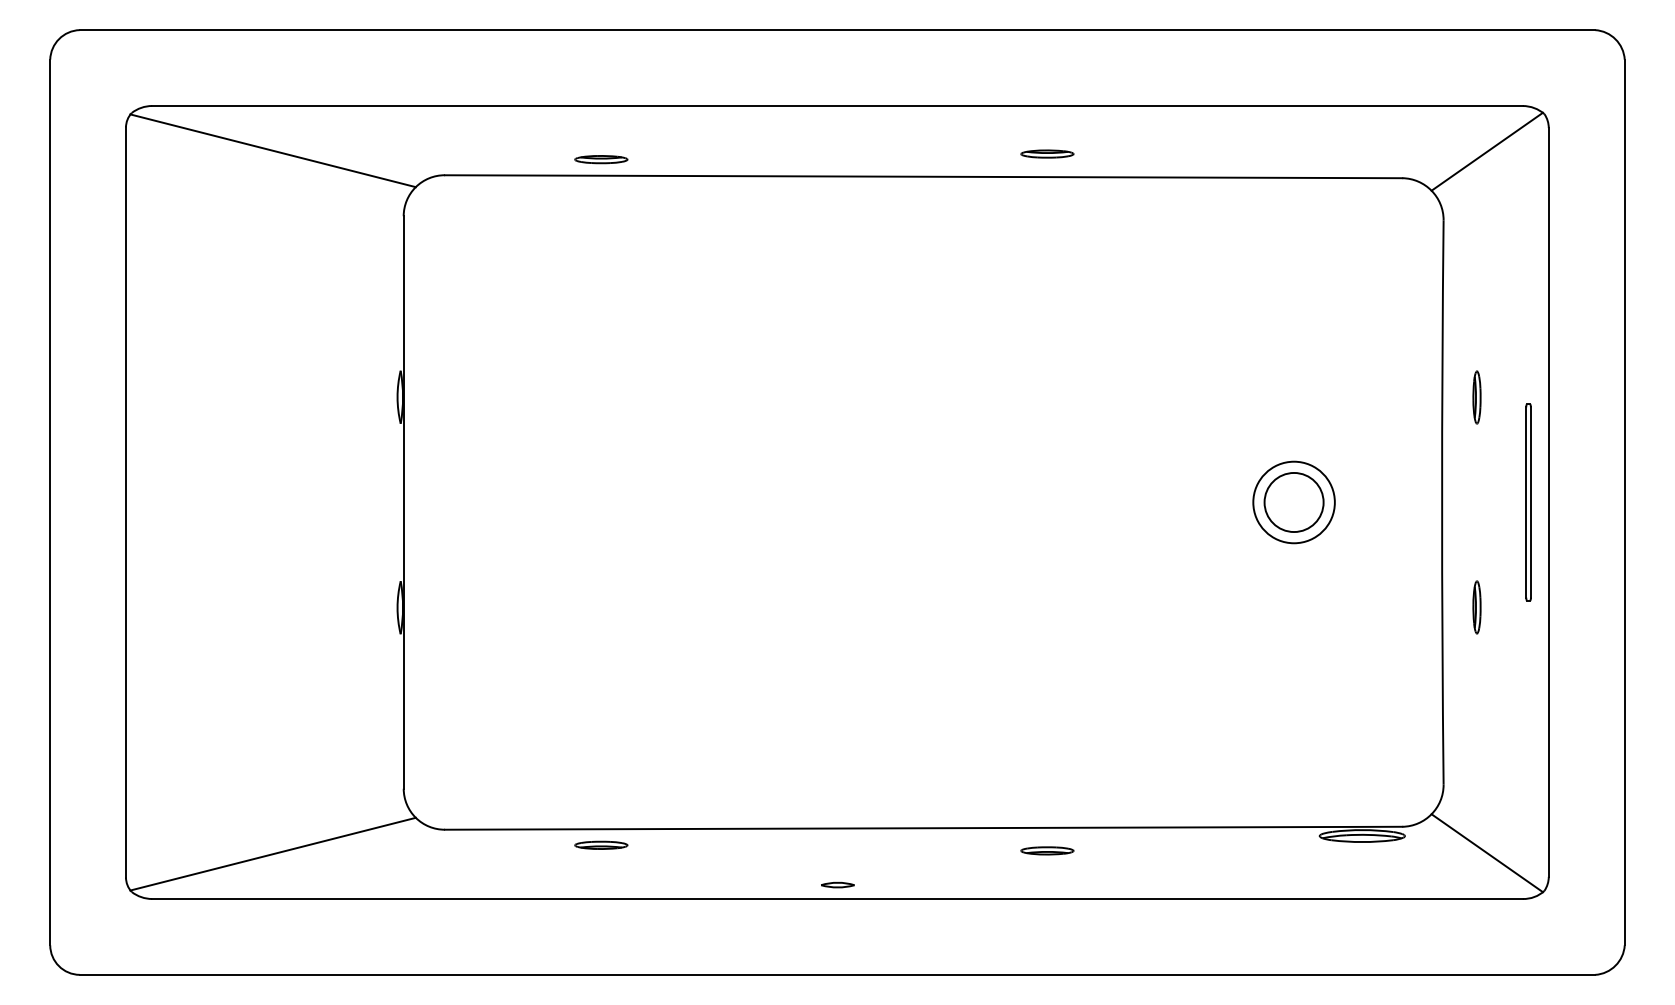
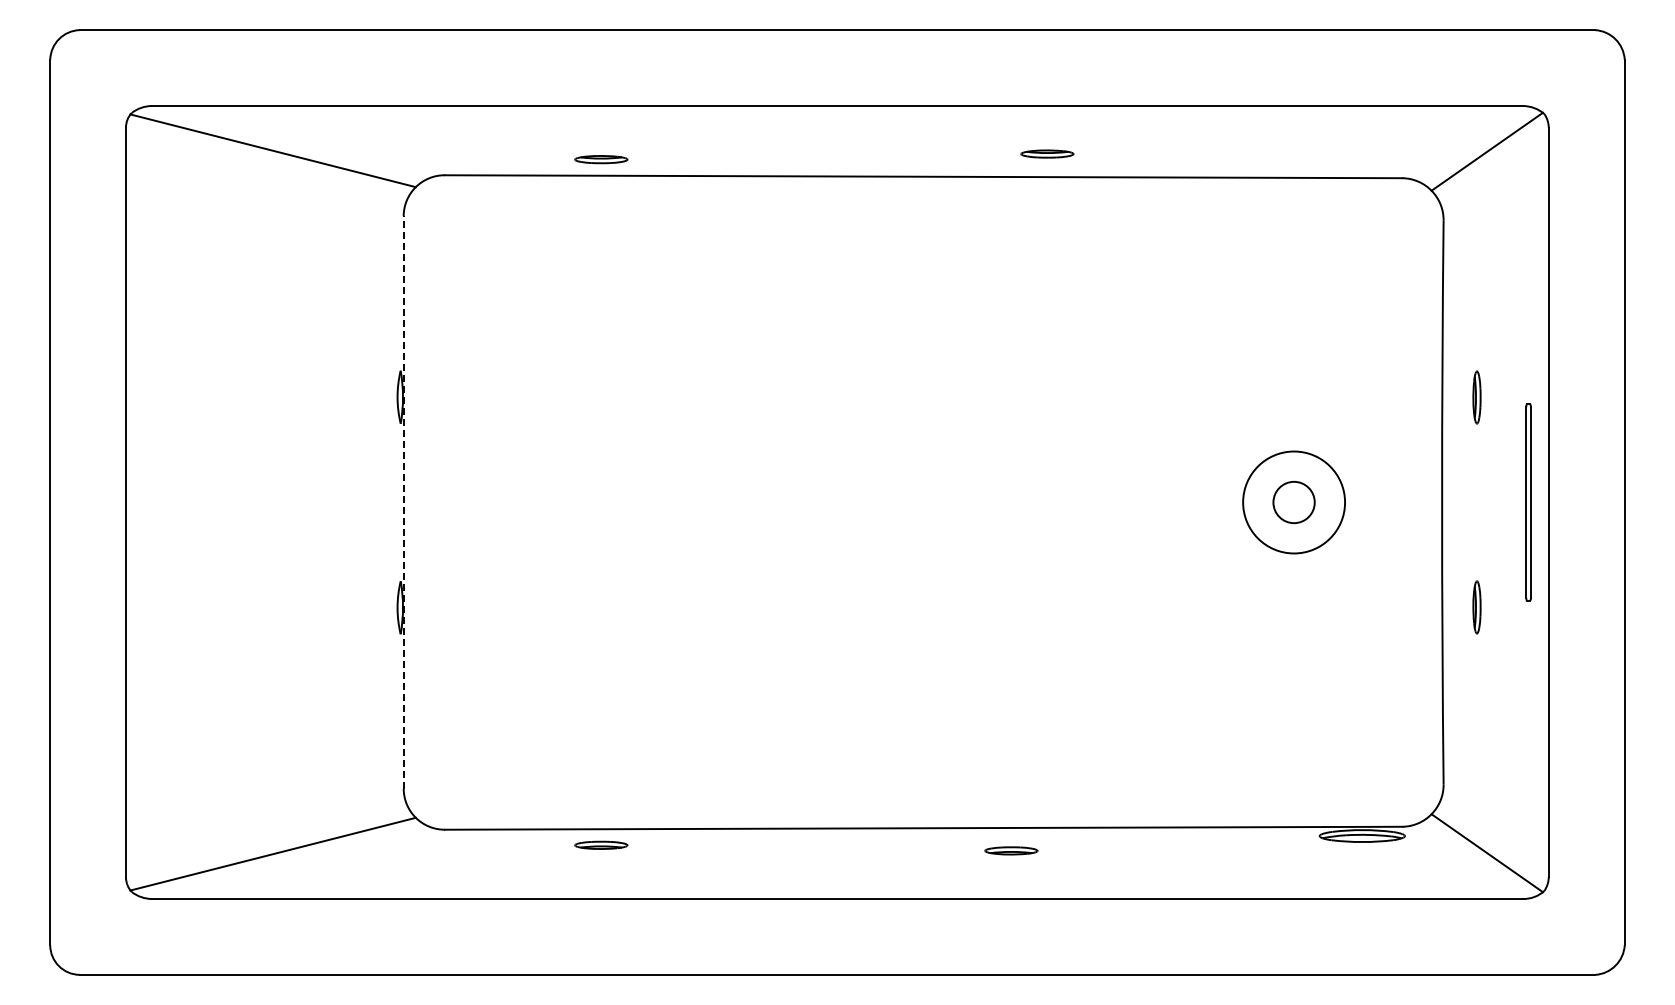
line at (403, 502): solid -> dashed
circle at (1293, 502) diameter: 59 px -> 41 px
circle at (1293, 502) diameter: 82 px -> 102 px
part at (1047, 850) position: (1047, 850) -> (1011, 850)
part at (837, 884): present -> none
